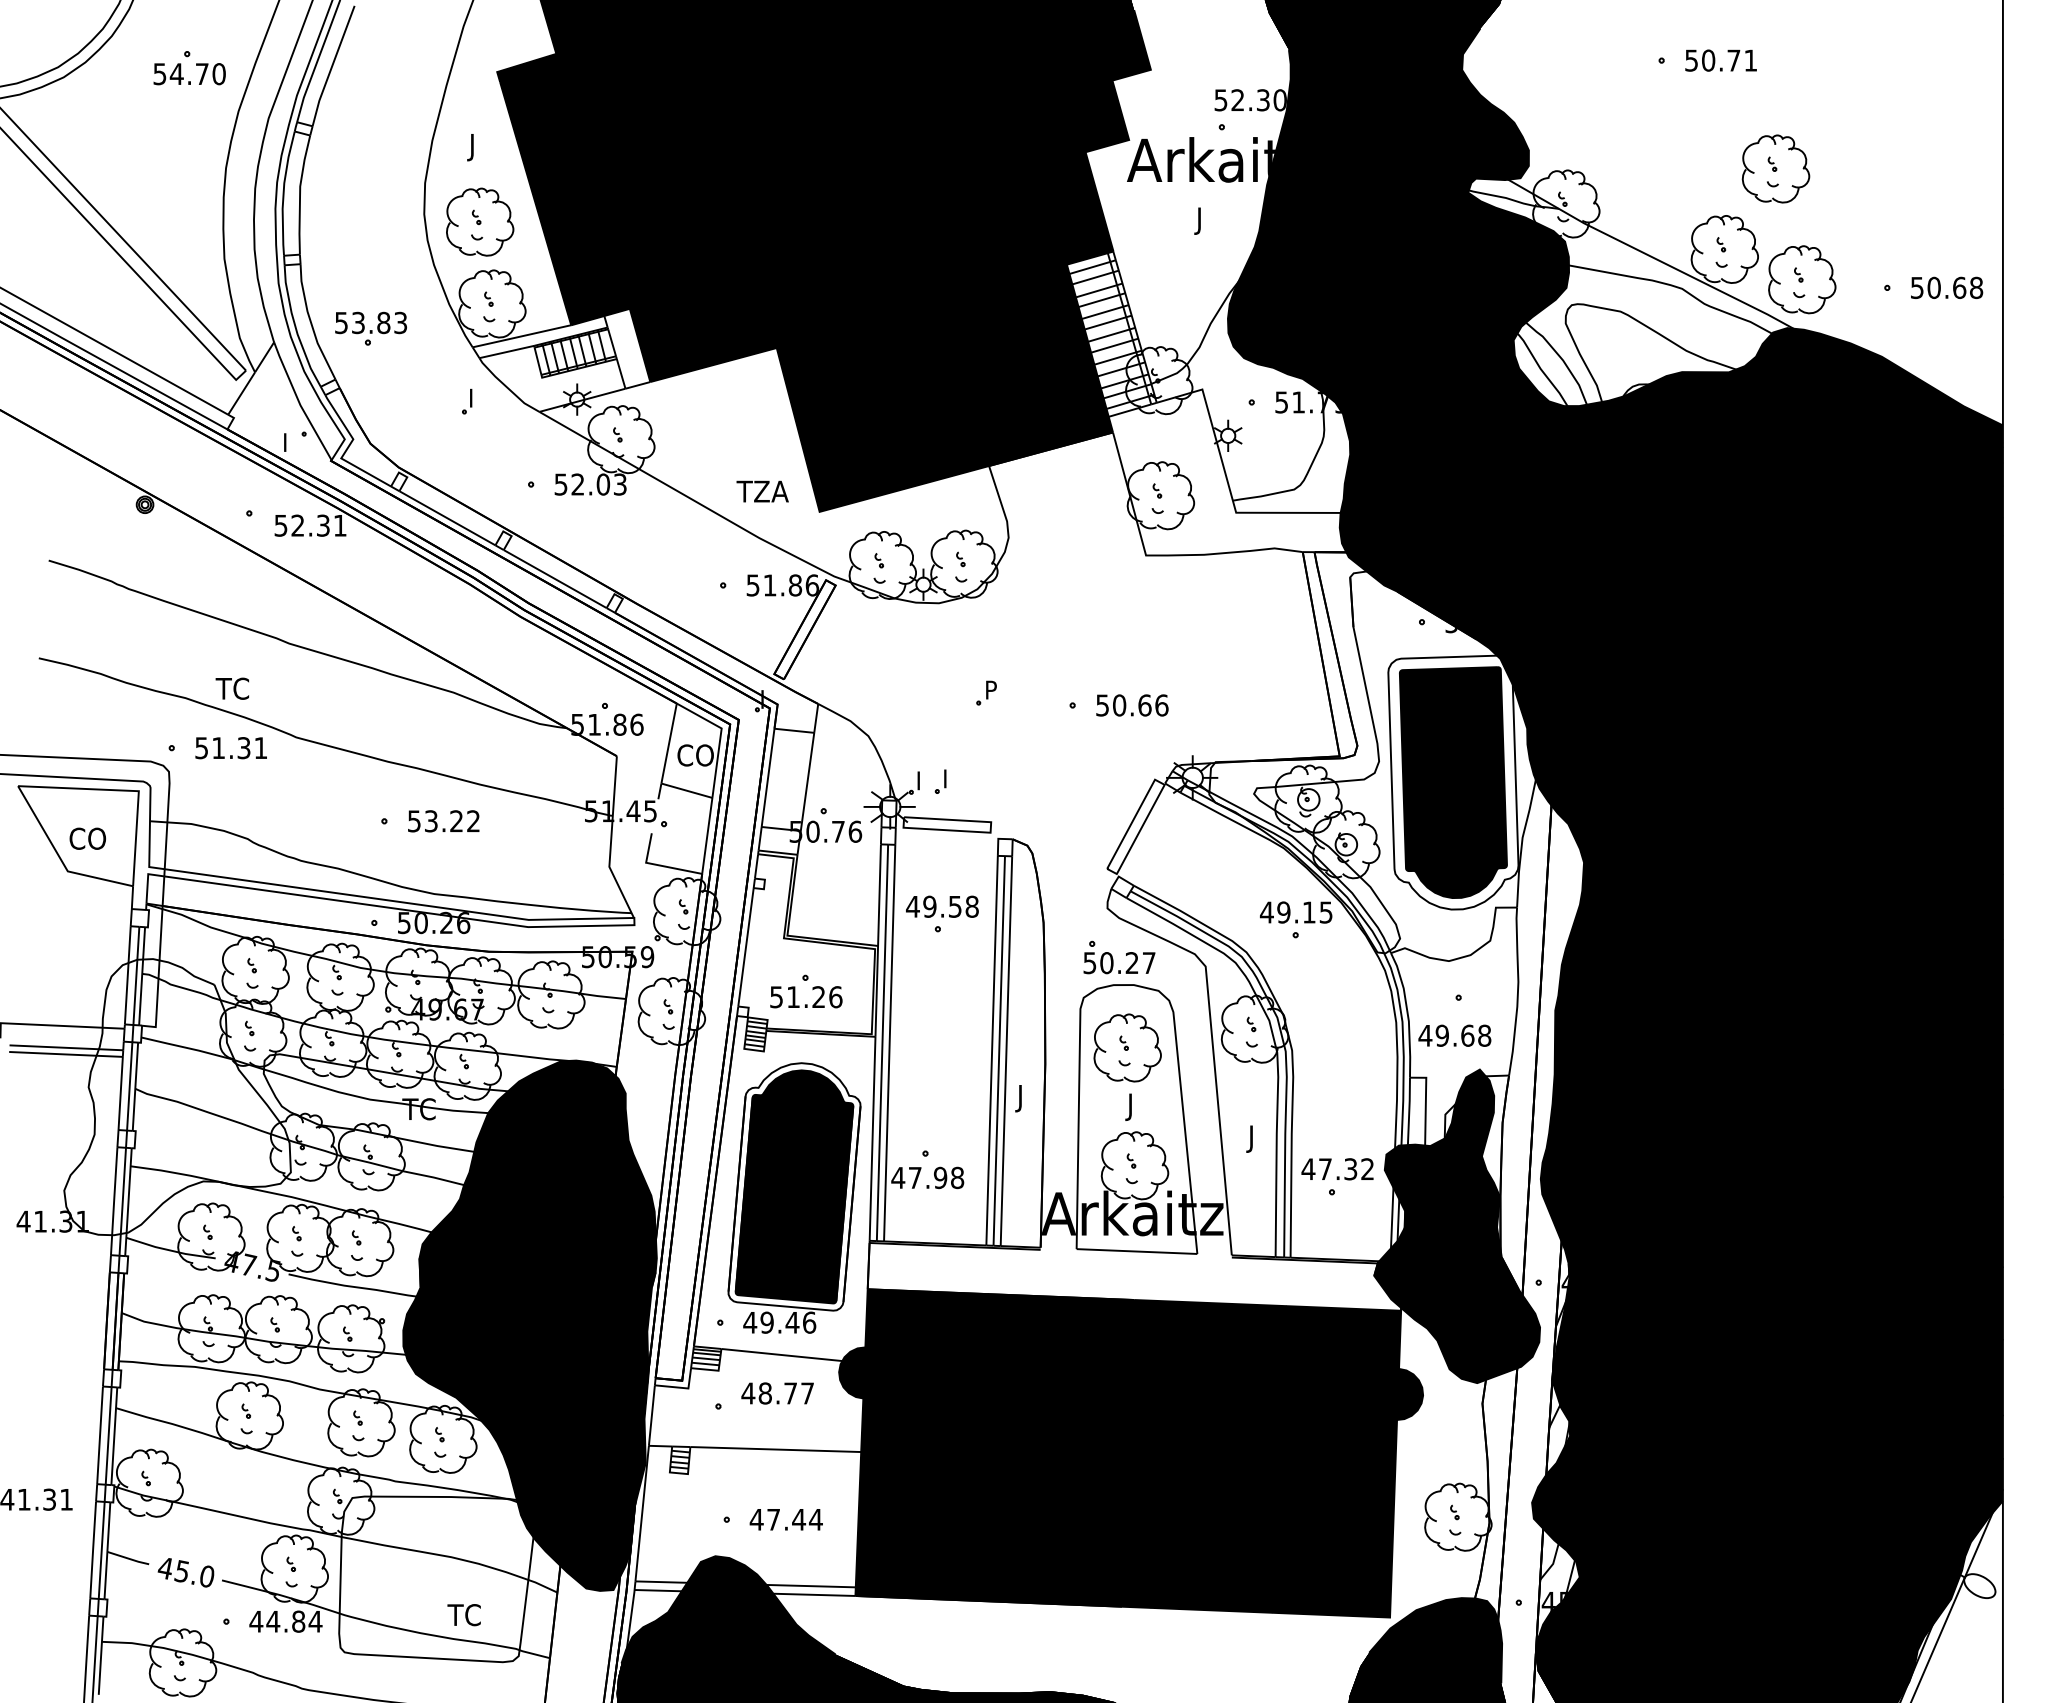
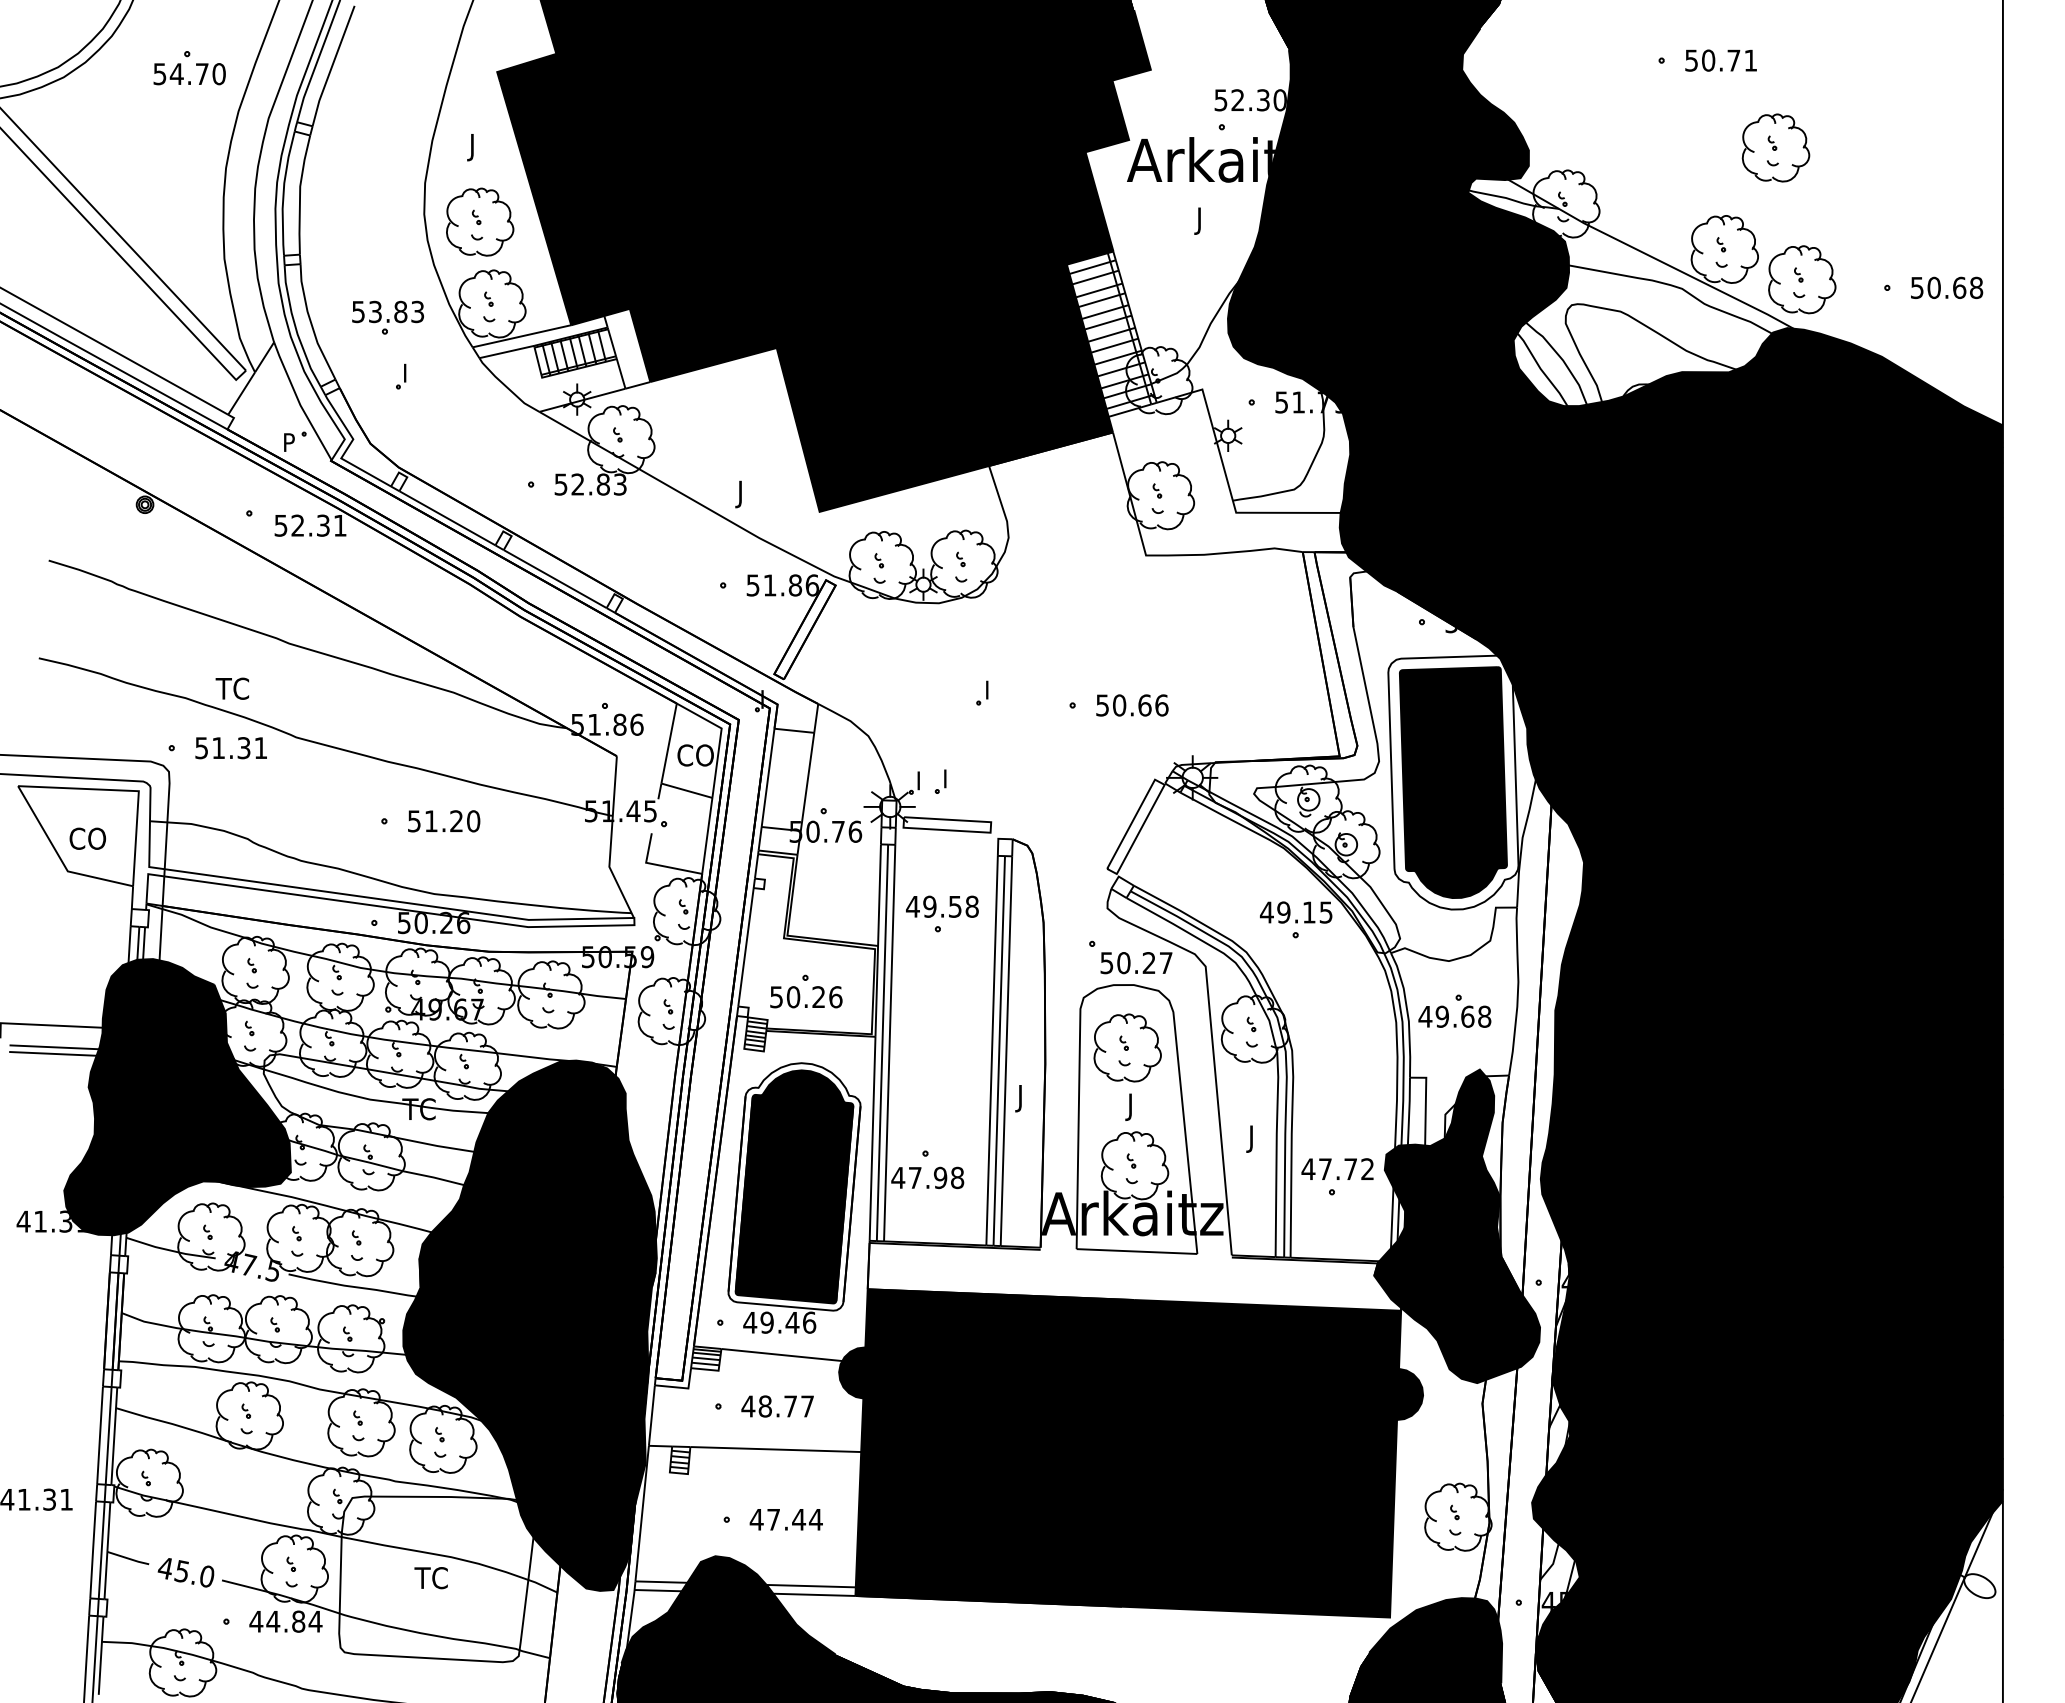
part at (1775, 168) position: (1775, 168) -> (1775, 147)
part at (370, 328) position: (370, 328) -> (387, 317)
part at (467, 401) position: (467, 401) -> (401, 376)
text at (290, 438): I -> P
text at (603, 484): 52.03 -> 52.83
text at (761, 494): TZA -> J
text at (992, 685): P -> I
text at (452, 821): 53.22 -> 51.20
text at (1119, 963) position: (1119, 963) -> (1136, 963)
text at (793, 997): 51.26 -> 50.26
text at (1454, 1035) position: (1454, 1035) -> (1454, 1016)
fill at (177, 1097): none -> present
text at (1350, 1169): 47.32 -> 47.72
text at (777, 1393) position: (777, 1393) -> (777, 1406)
text at (463, 1615) position: (463, 1615) -> (430, 1578)
